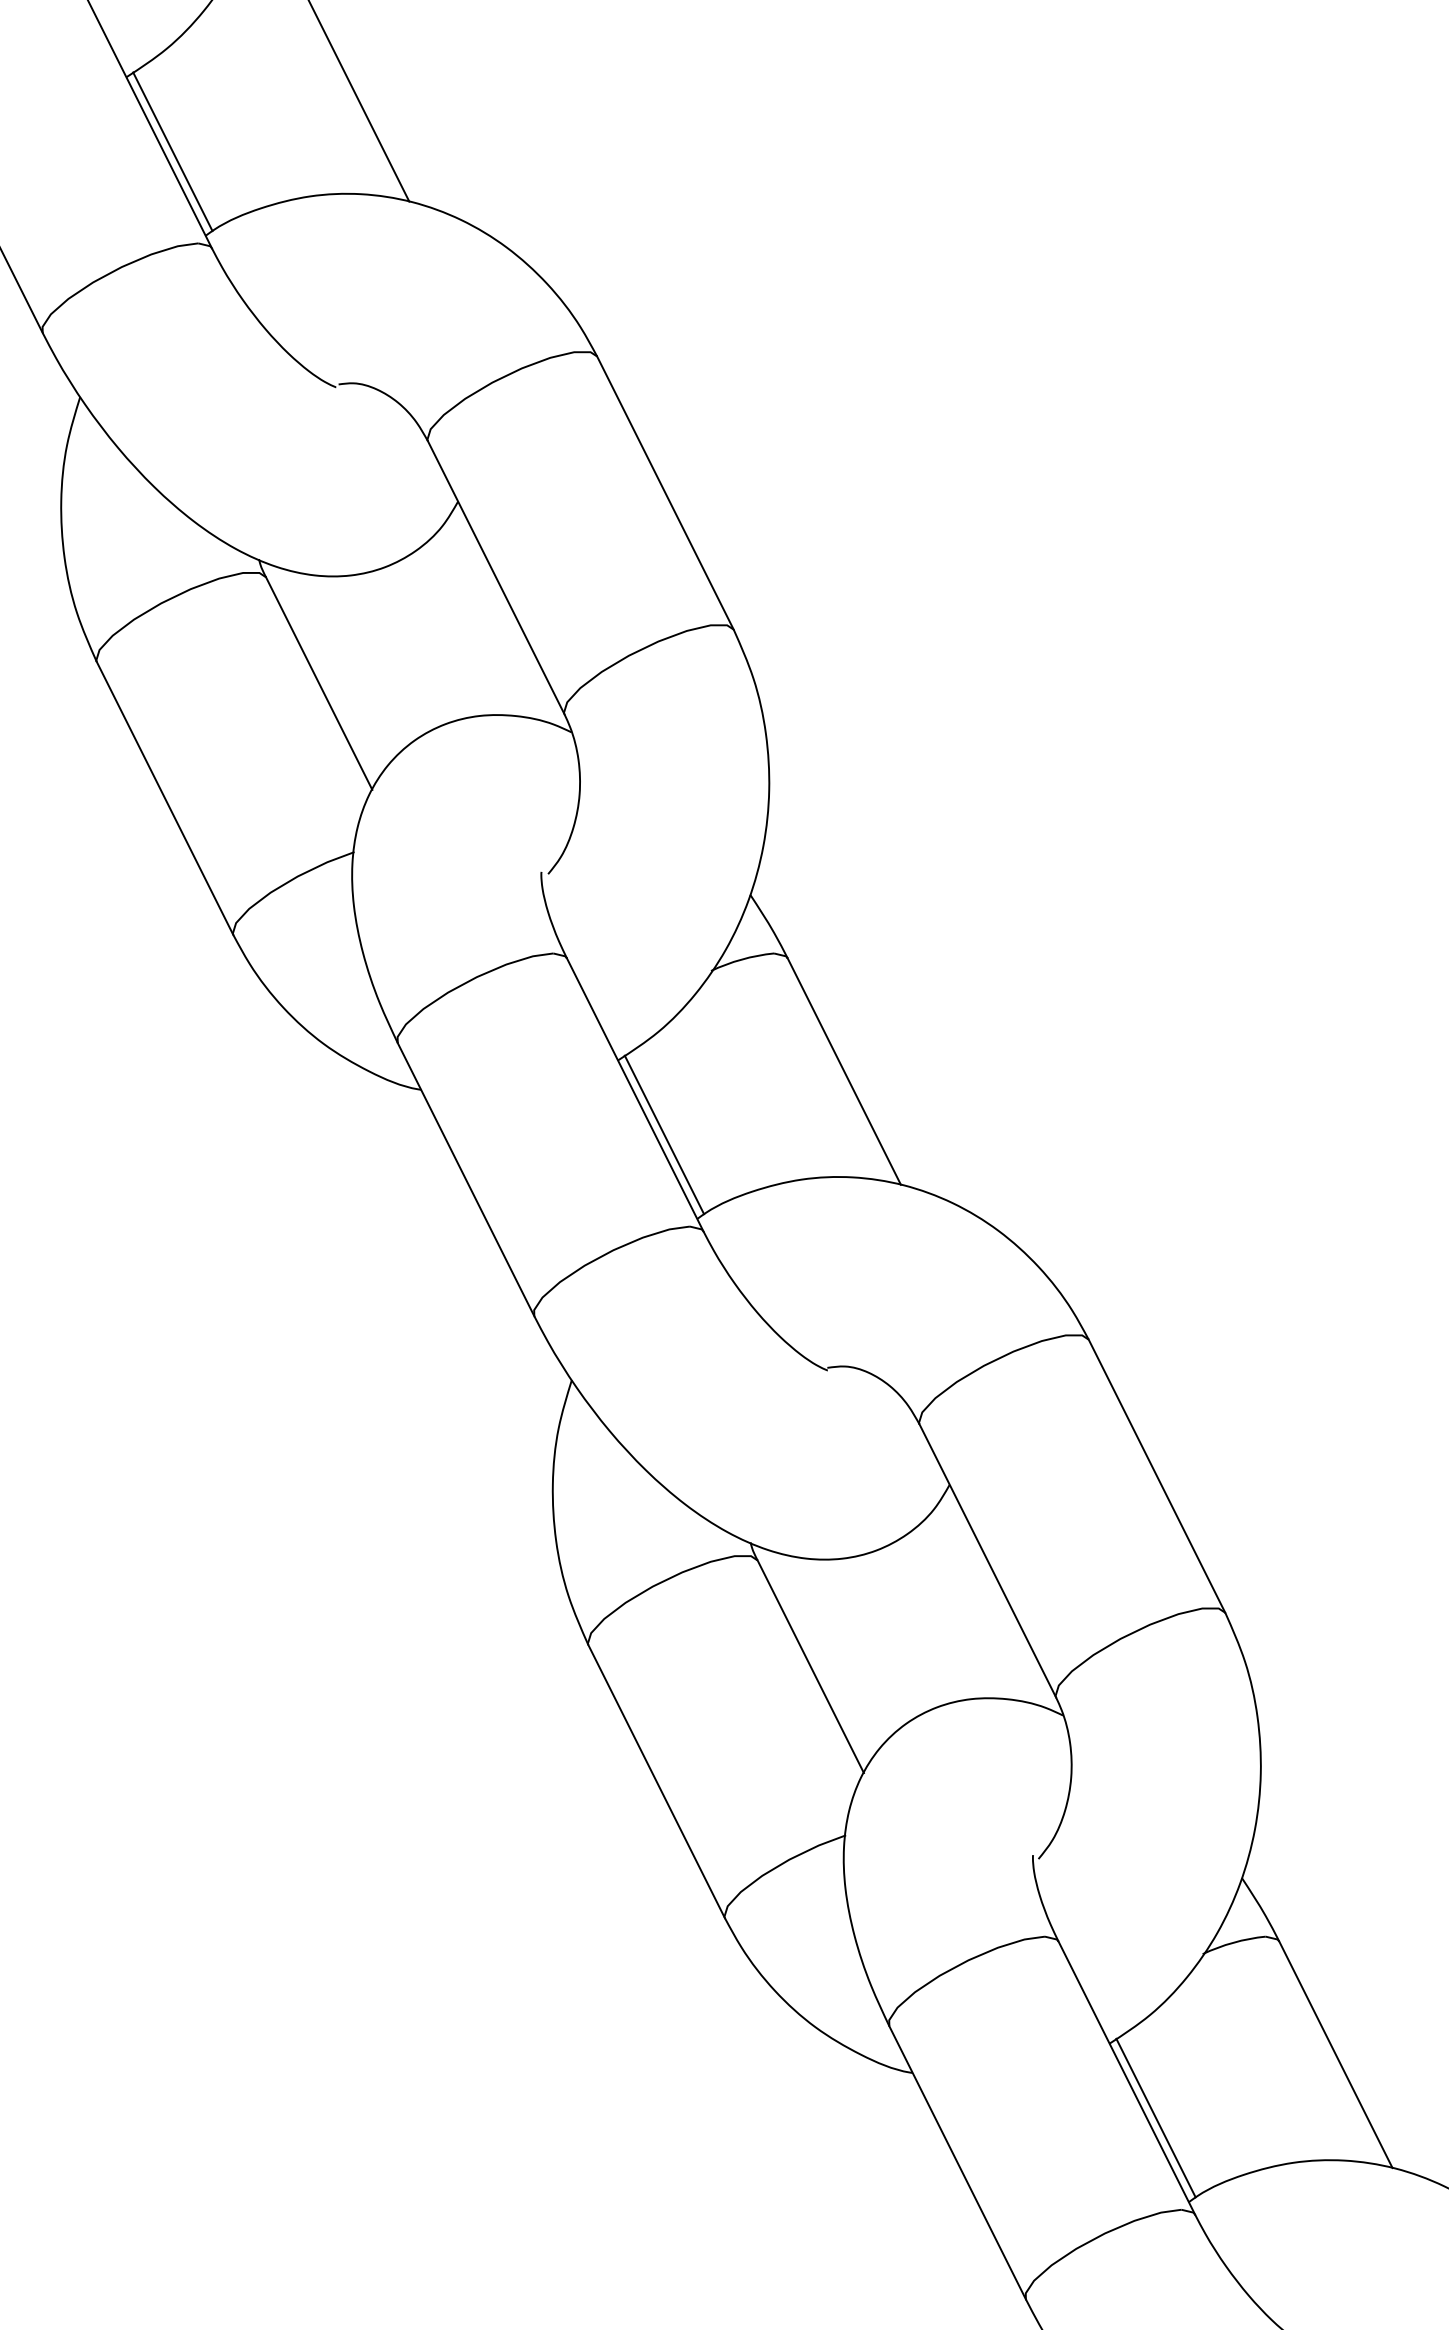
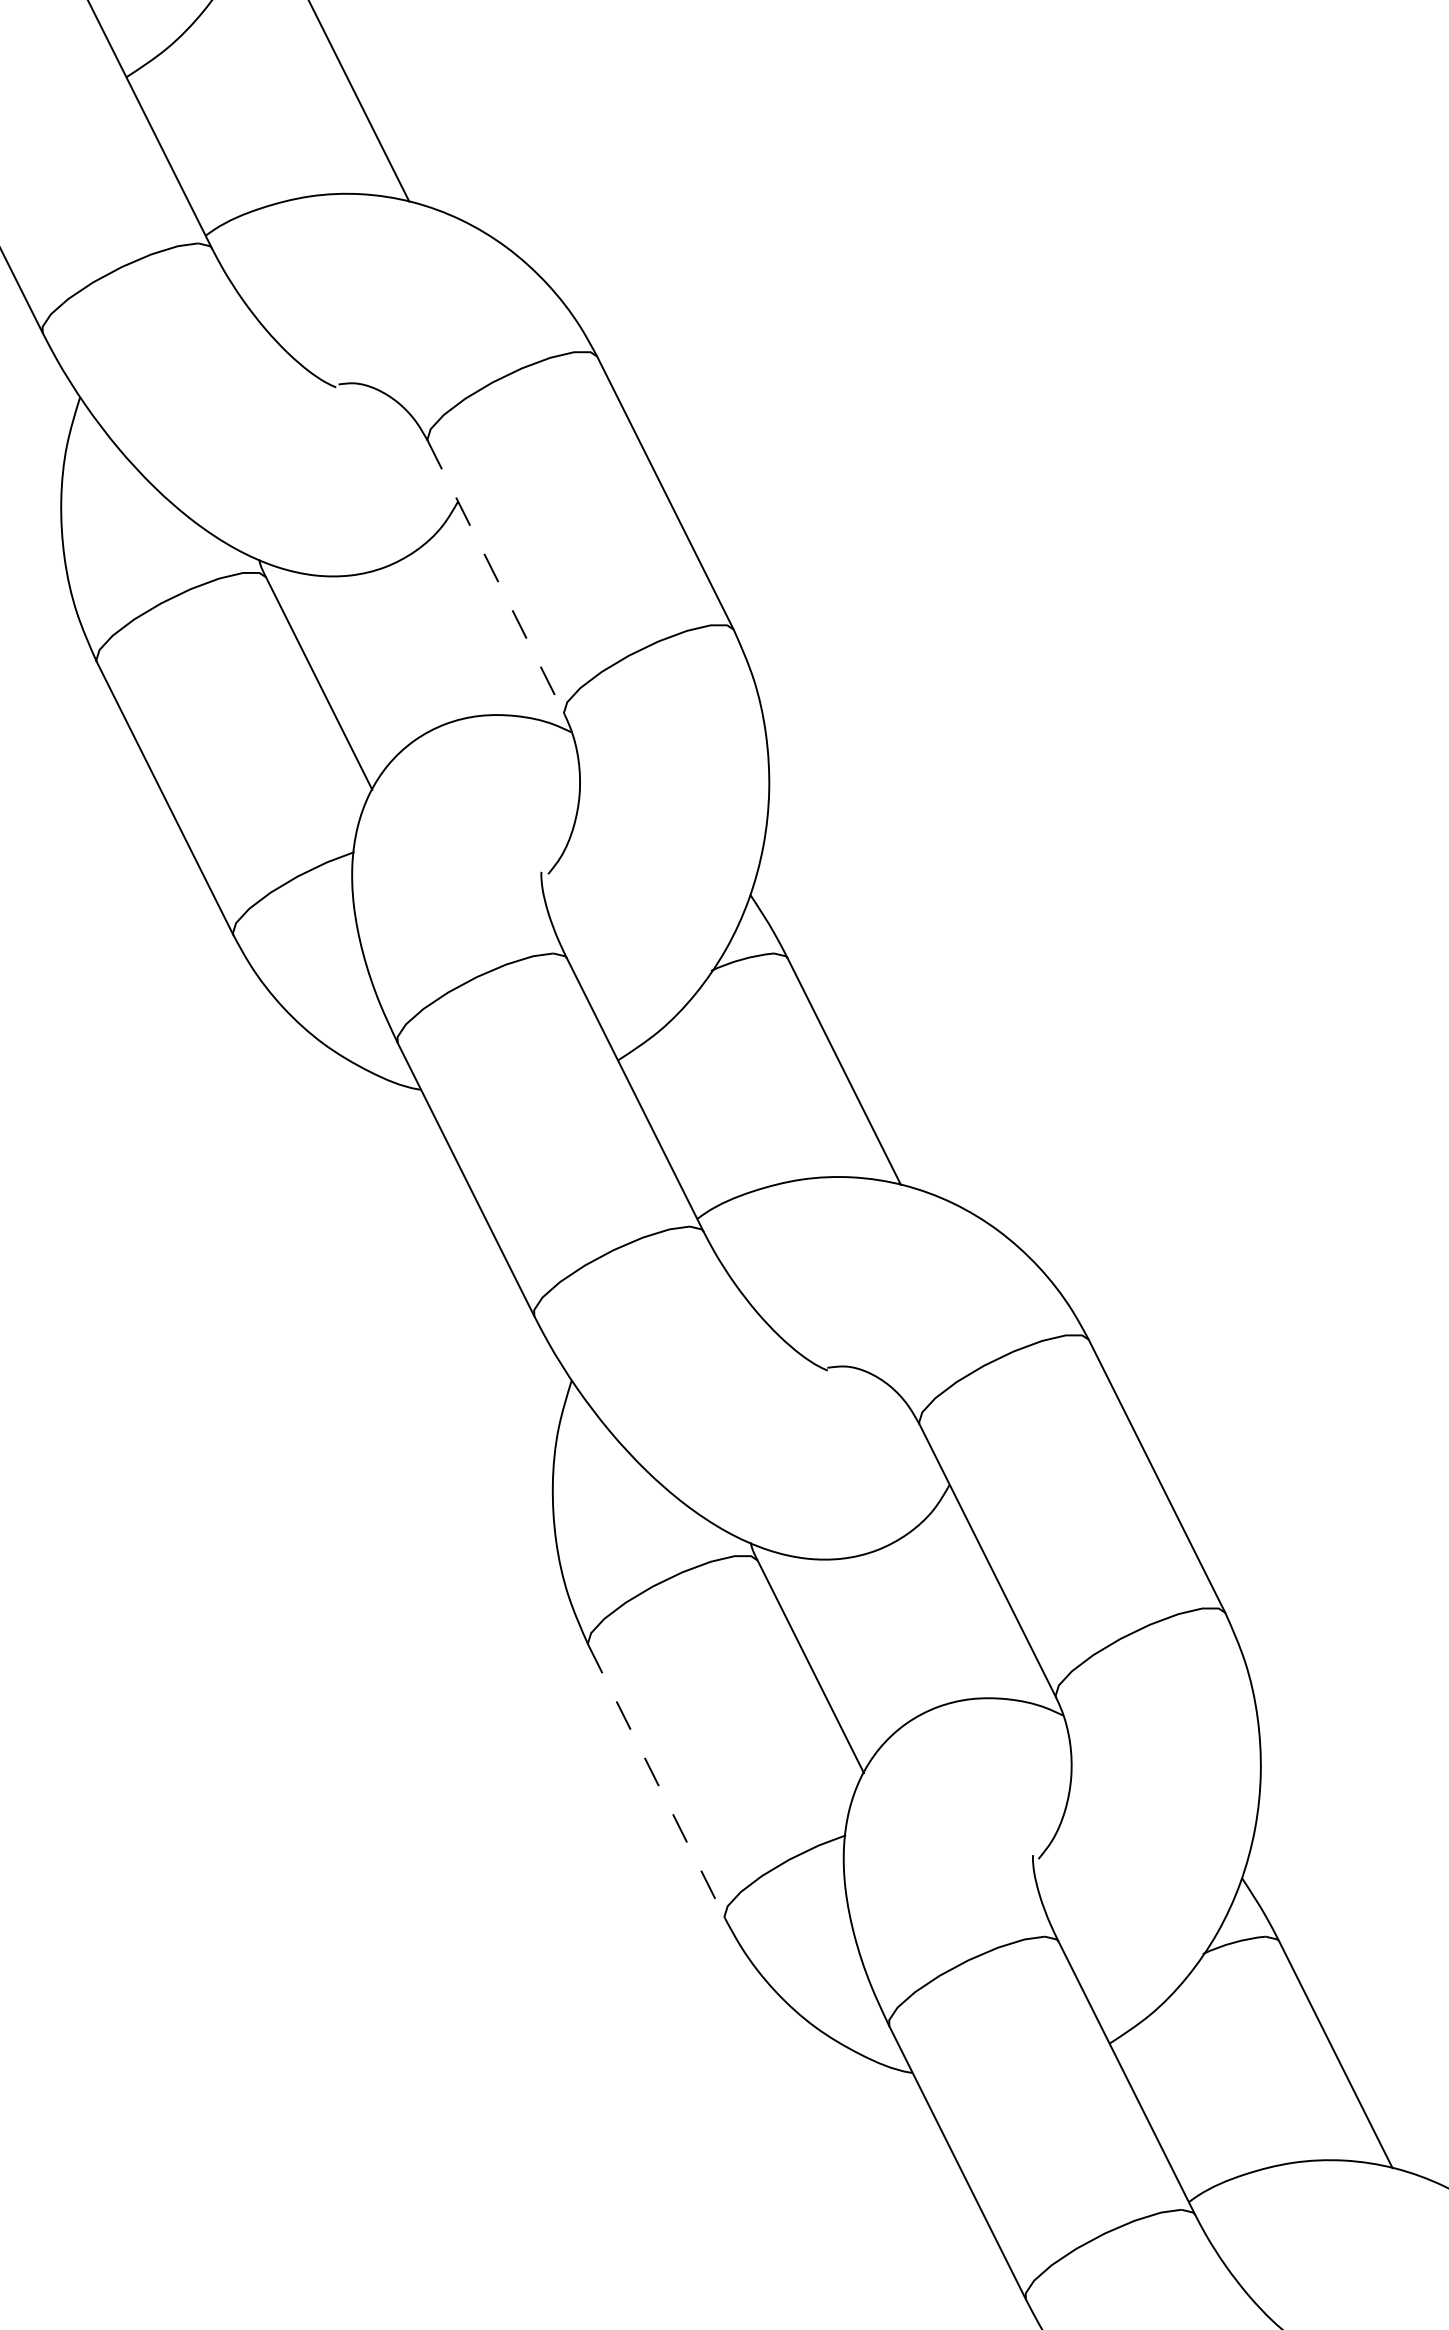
line at (172, 151): present -> none
line at (496, 577): solid -> dashed
line at (664, 1134): present -> none
line at (656, 1781): solid -> dashed
line at (1155, 2117): present -> none
